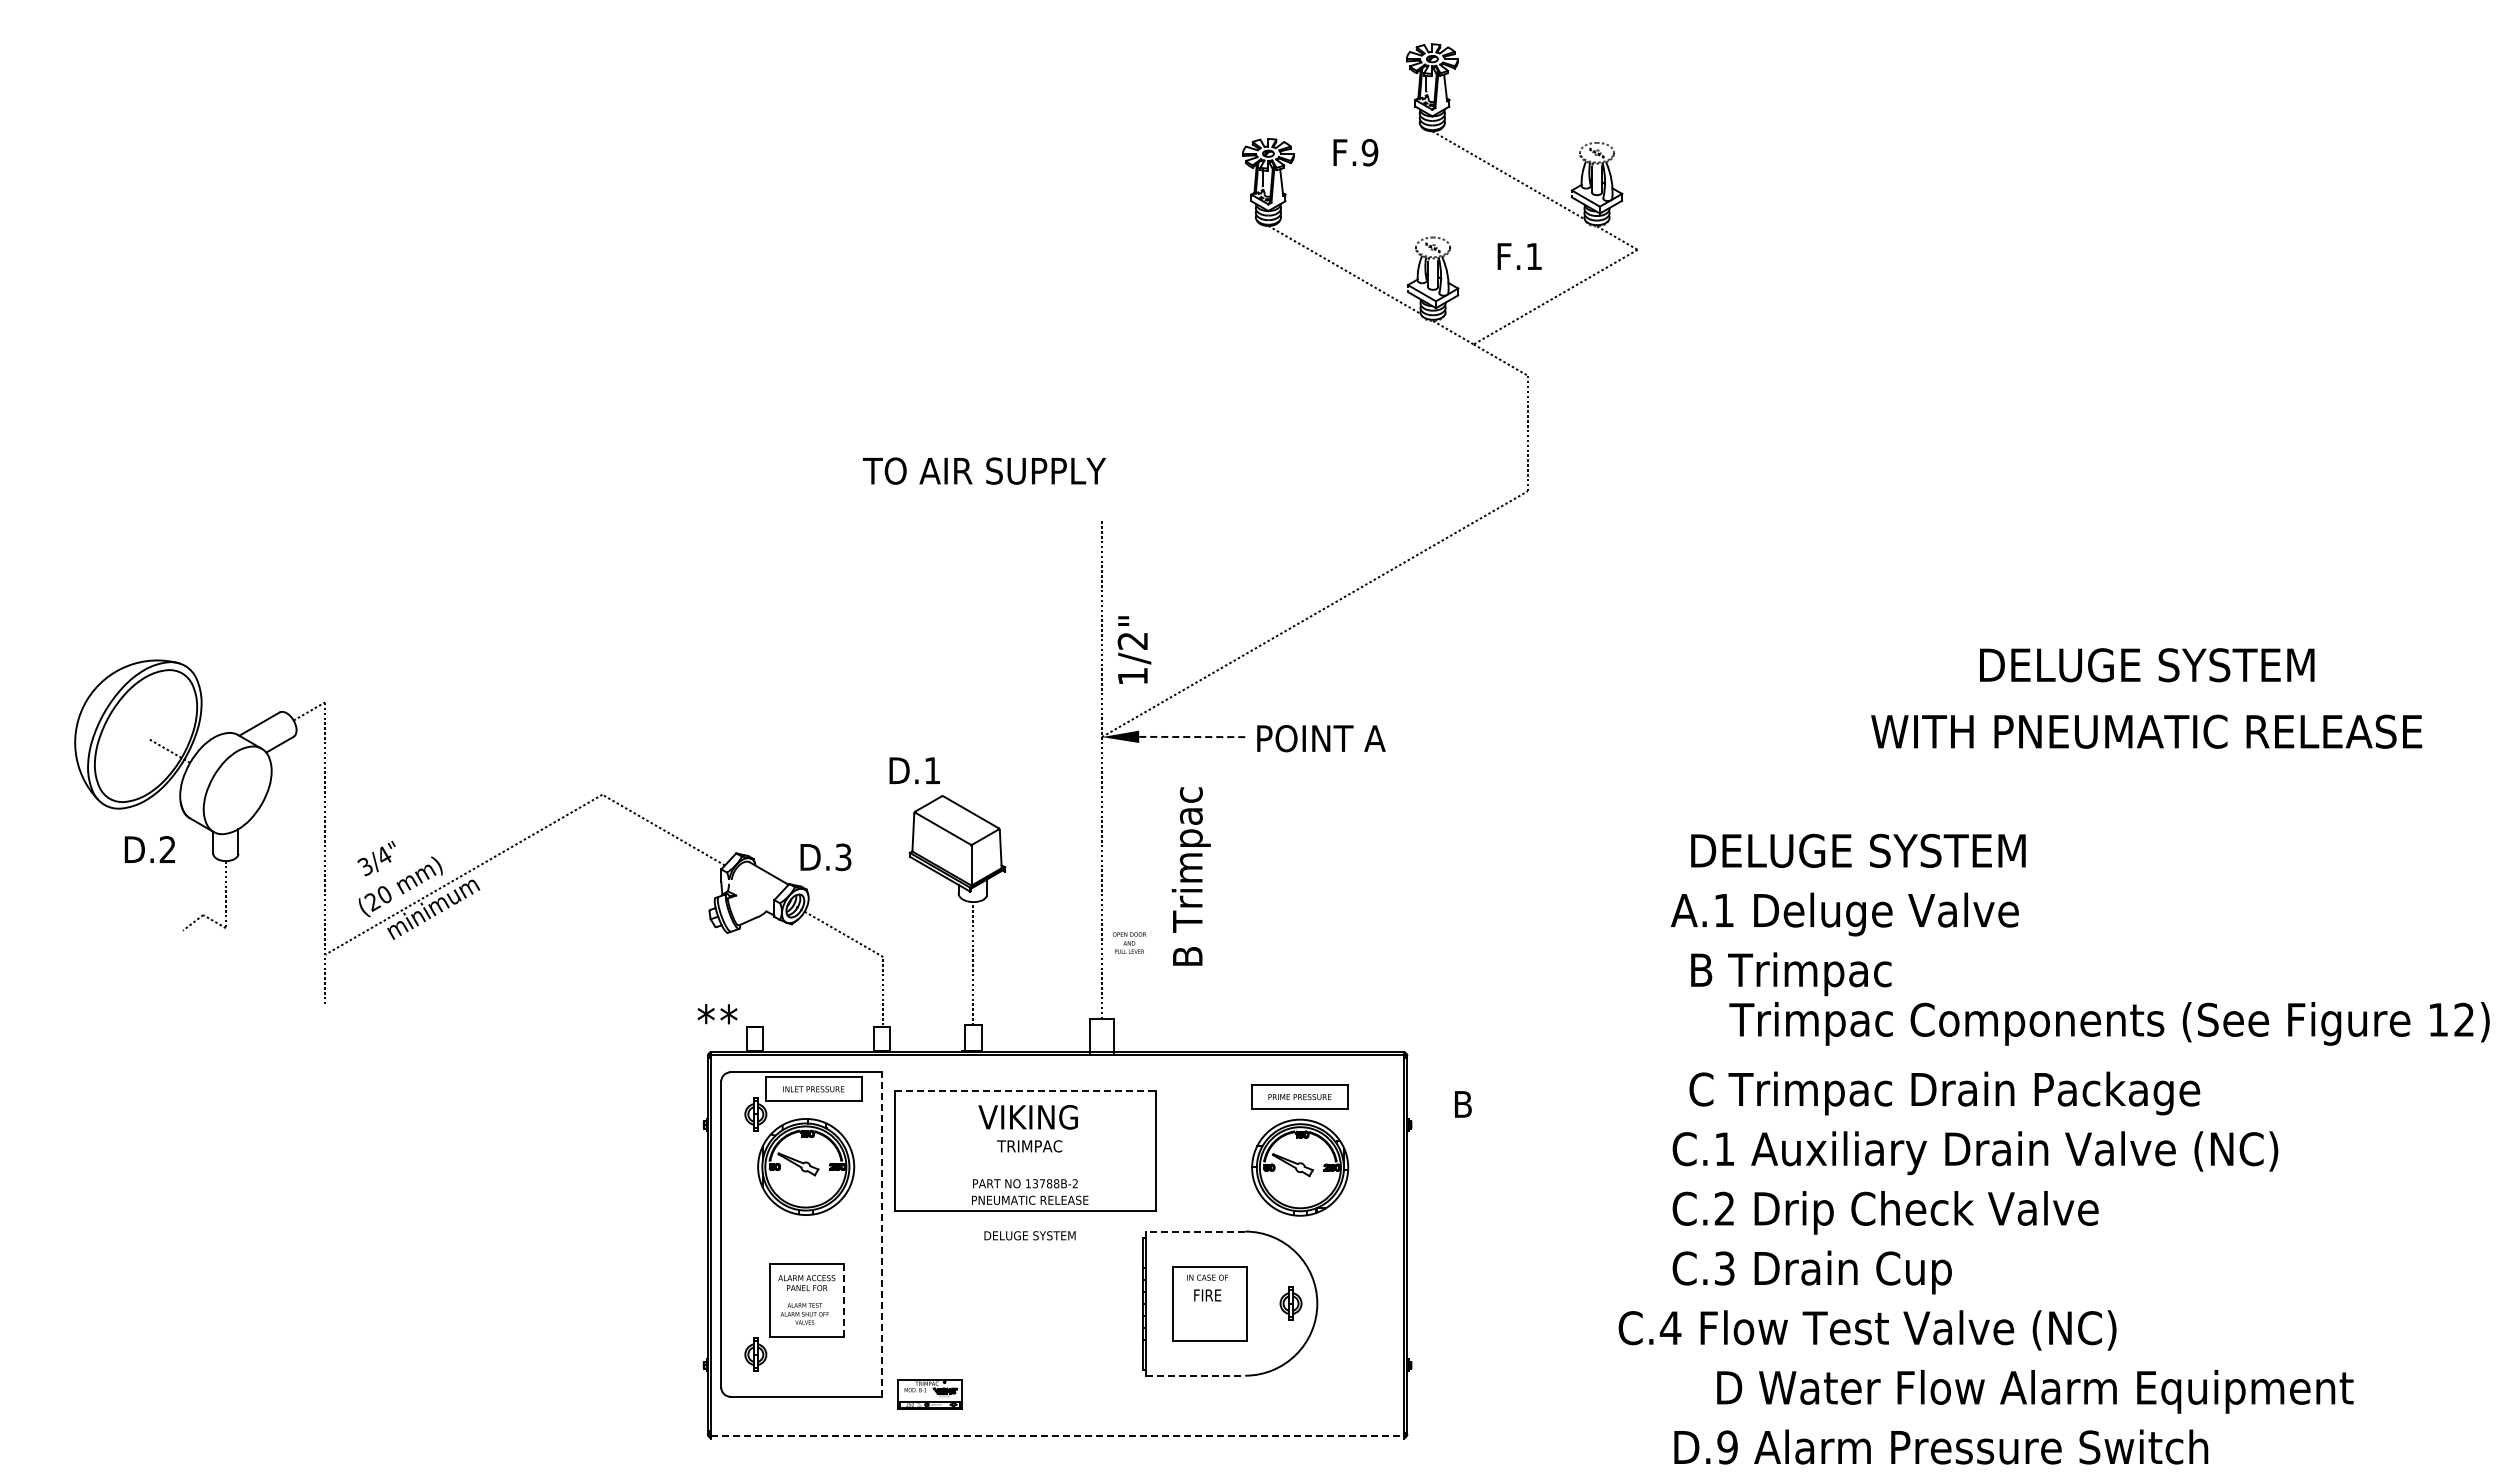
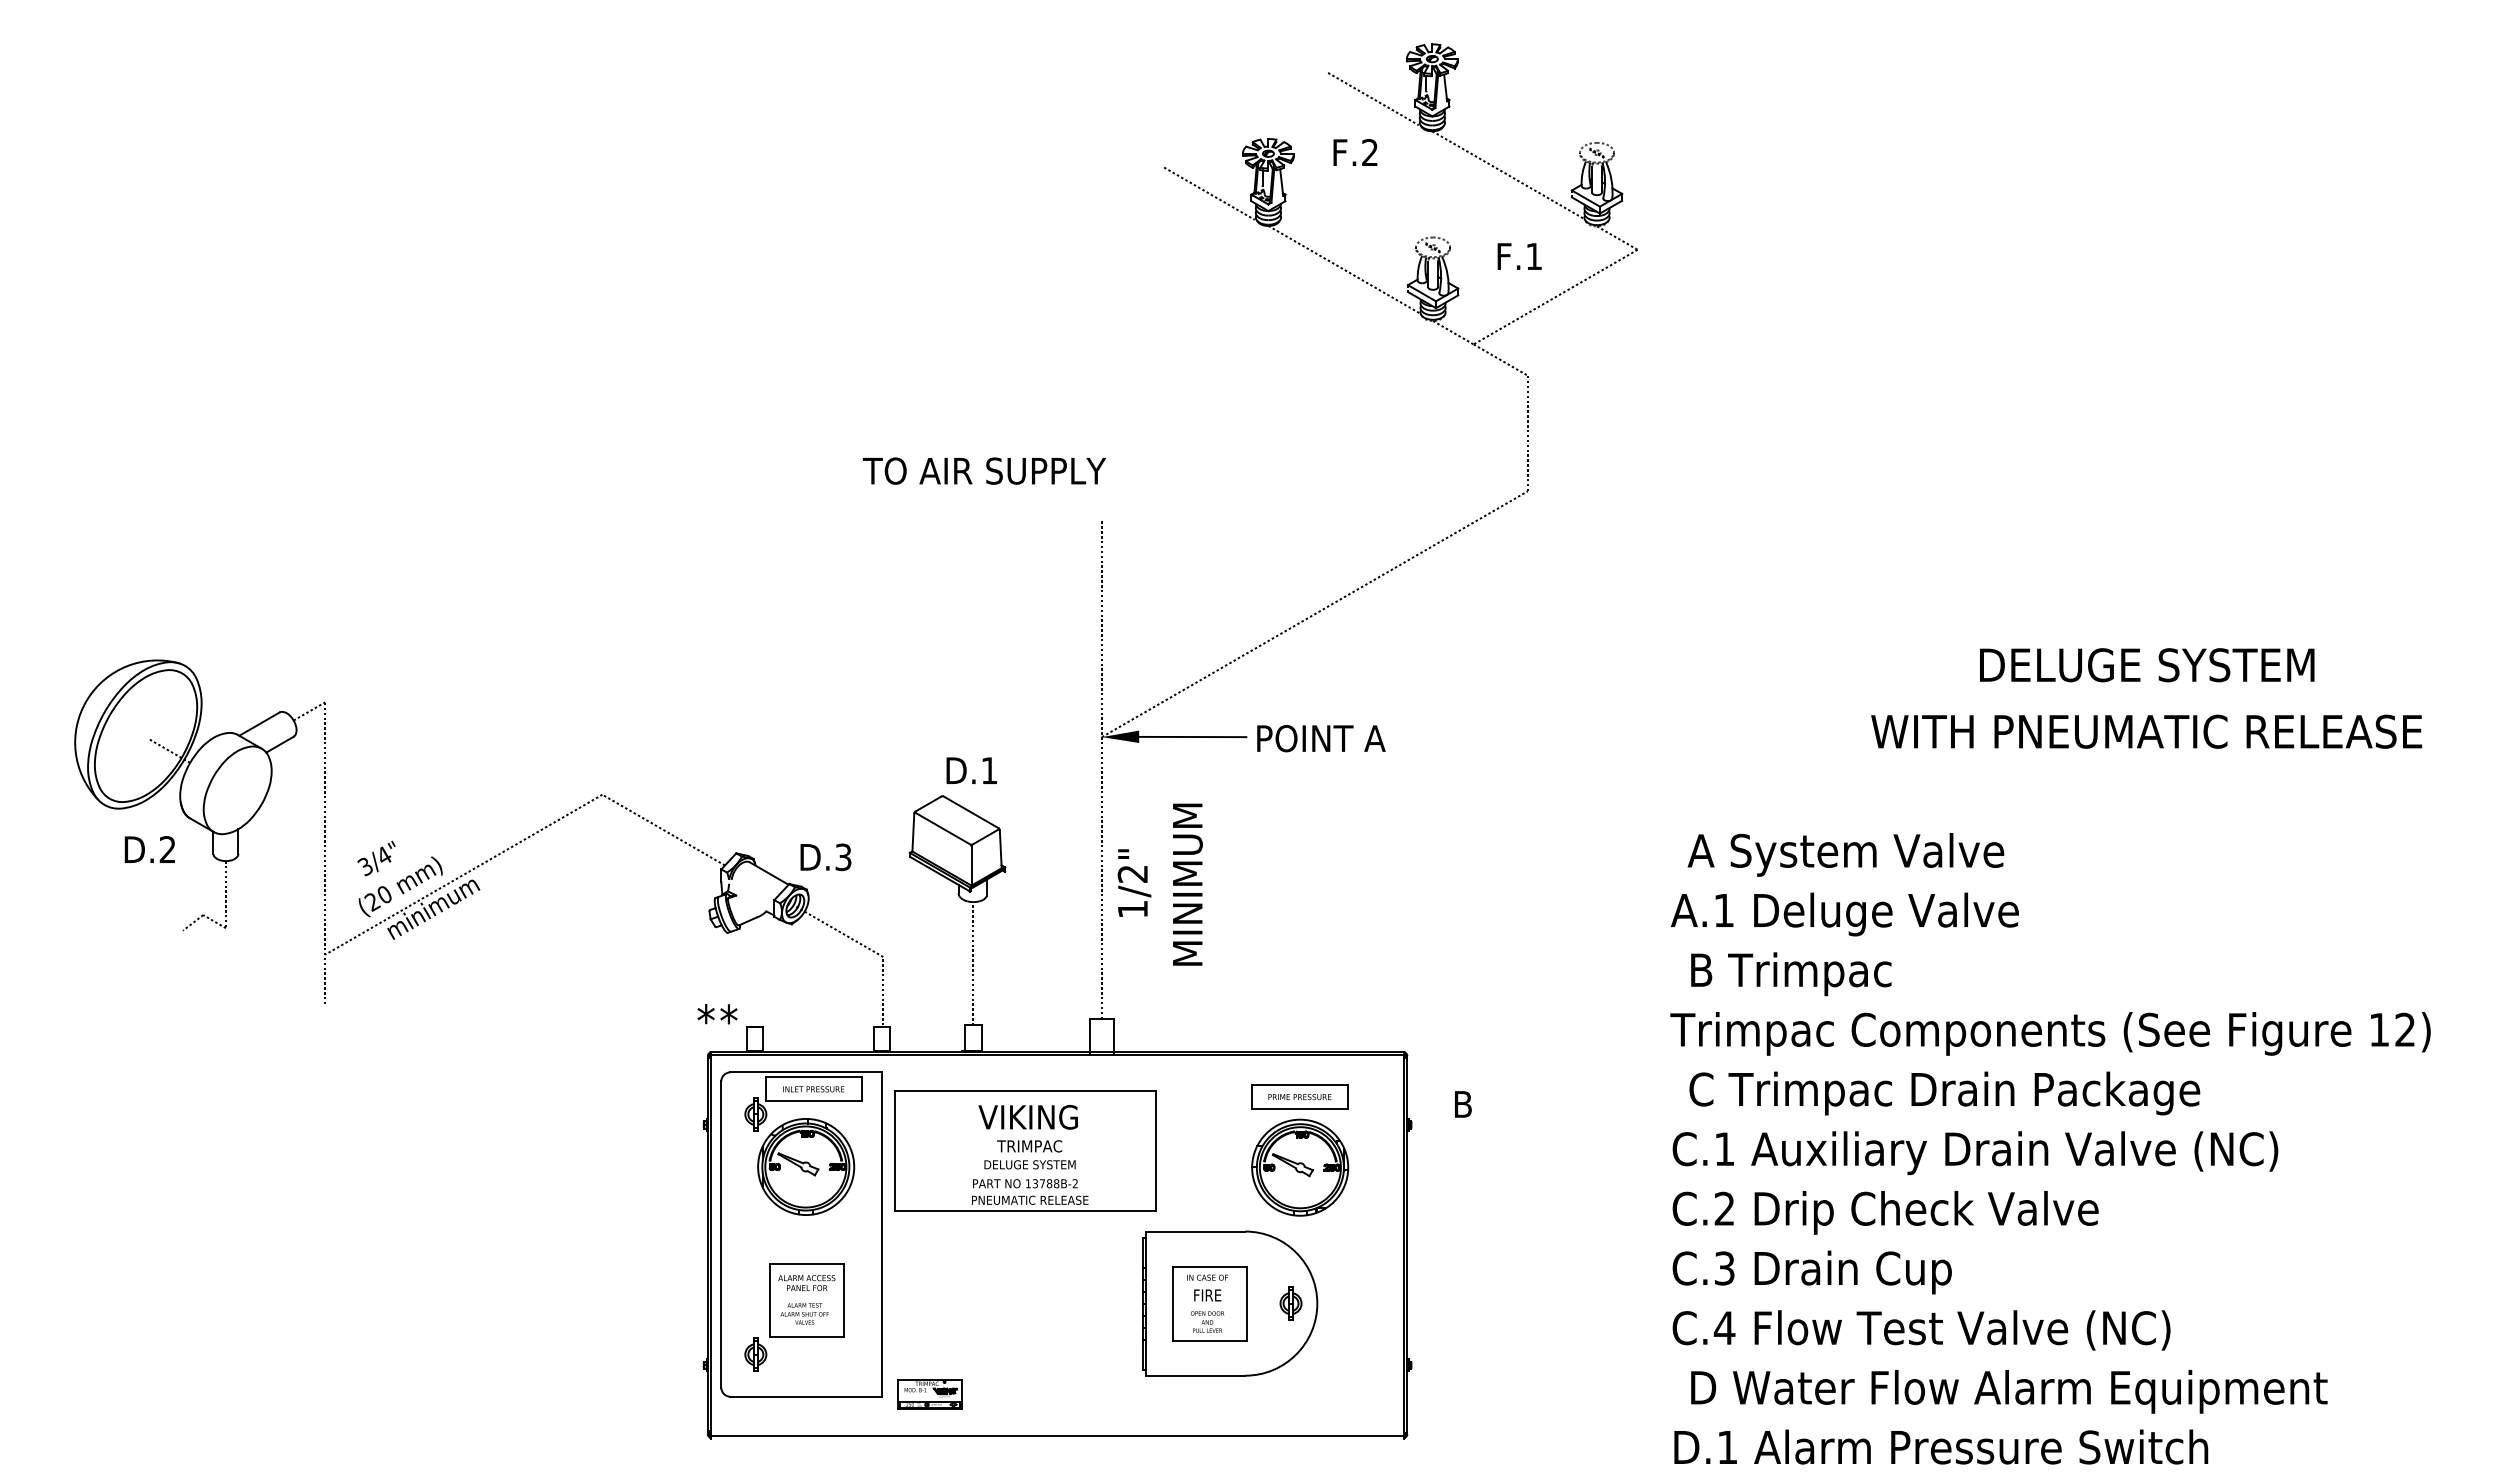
line at (1373, 98): none -> present
text at (1369, 152): F.9 -> F.2
line at (1209, 193): none -> present
text at (1134, 649) position: (1134, 649) -> (1134, 882)
line at (1192, 737): dashed -> solid
text at (914, 770) position: (914, 770) -> (971, 770)
text at (1856, 854): DELUGE SYSTEM -> A System Valve
text at (1190, 874): B Trimpac -> MINIMUM
text at (1129, 942) position: (1129, 942) -> (1207, 1321)
text at (2109, 1023) position: (2109, 1023) -> (2050, 1033)
line at (1025, 1091): dashed -> solid
line at (1195, 1231): dashed -> solid
line at (882, 1234): dashed -> solid
text at (1029, 1235) position: (1029, 1235) -> (1029, 1164)
line at (843, 1300): dashed -> solid
text at (1867, 1330) position: (1867, 1330) -> (1921, 1330)
line at (1195, 1375): dashed -> solid
text at (2035, 1391) position: (2035, 1391) -> (2009, 1391)
line at (1057, 1435): dashed -> solid
text at (1727, 1447): D.9 -> D.1
